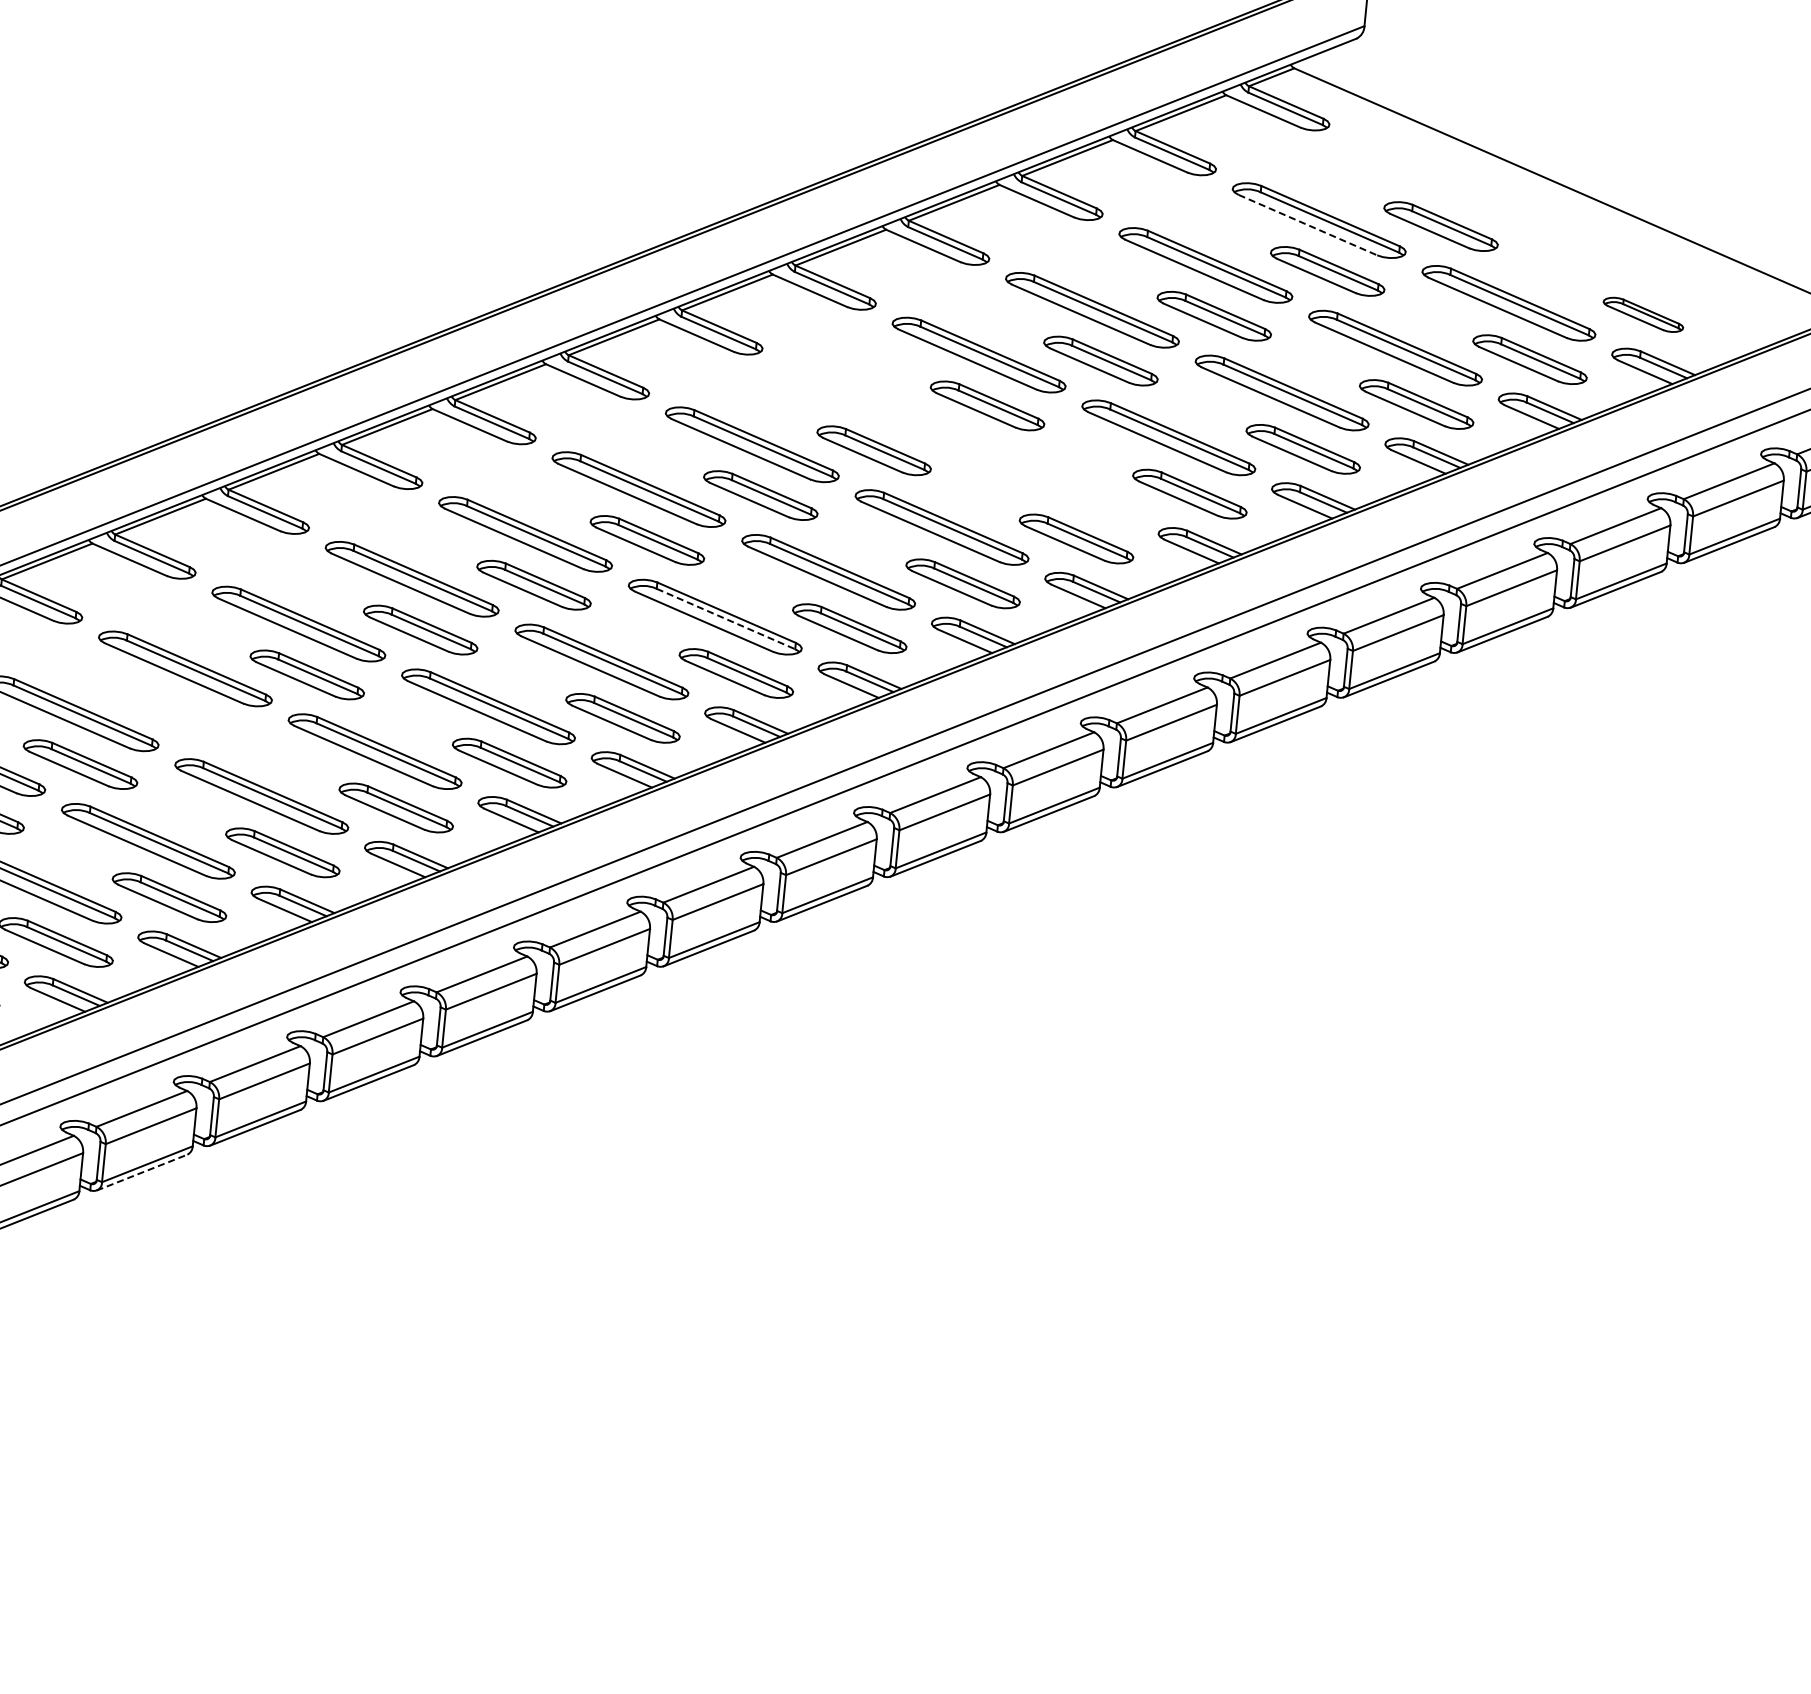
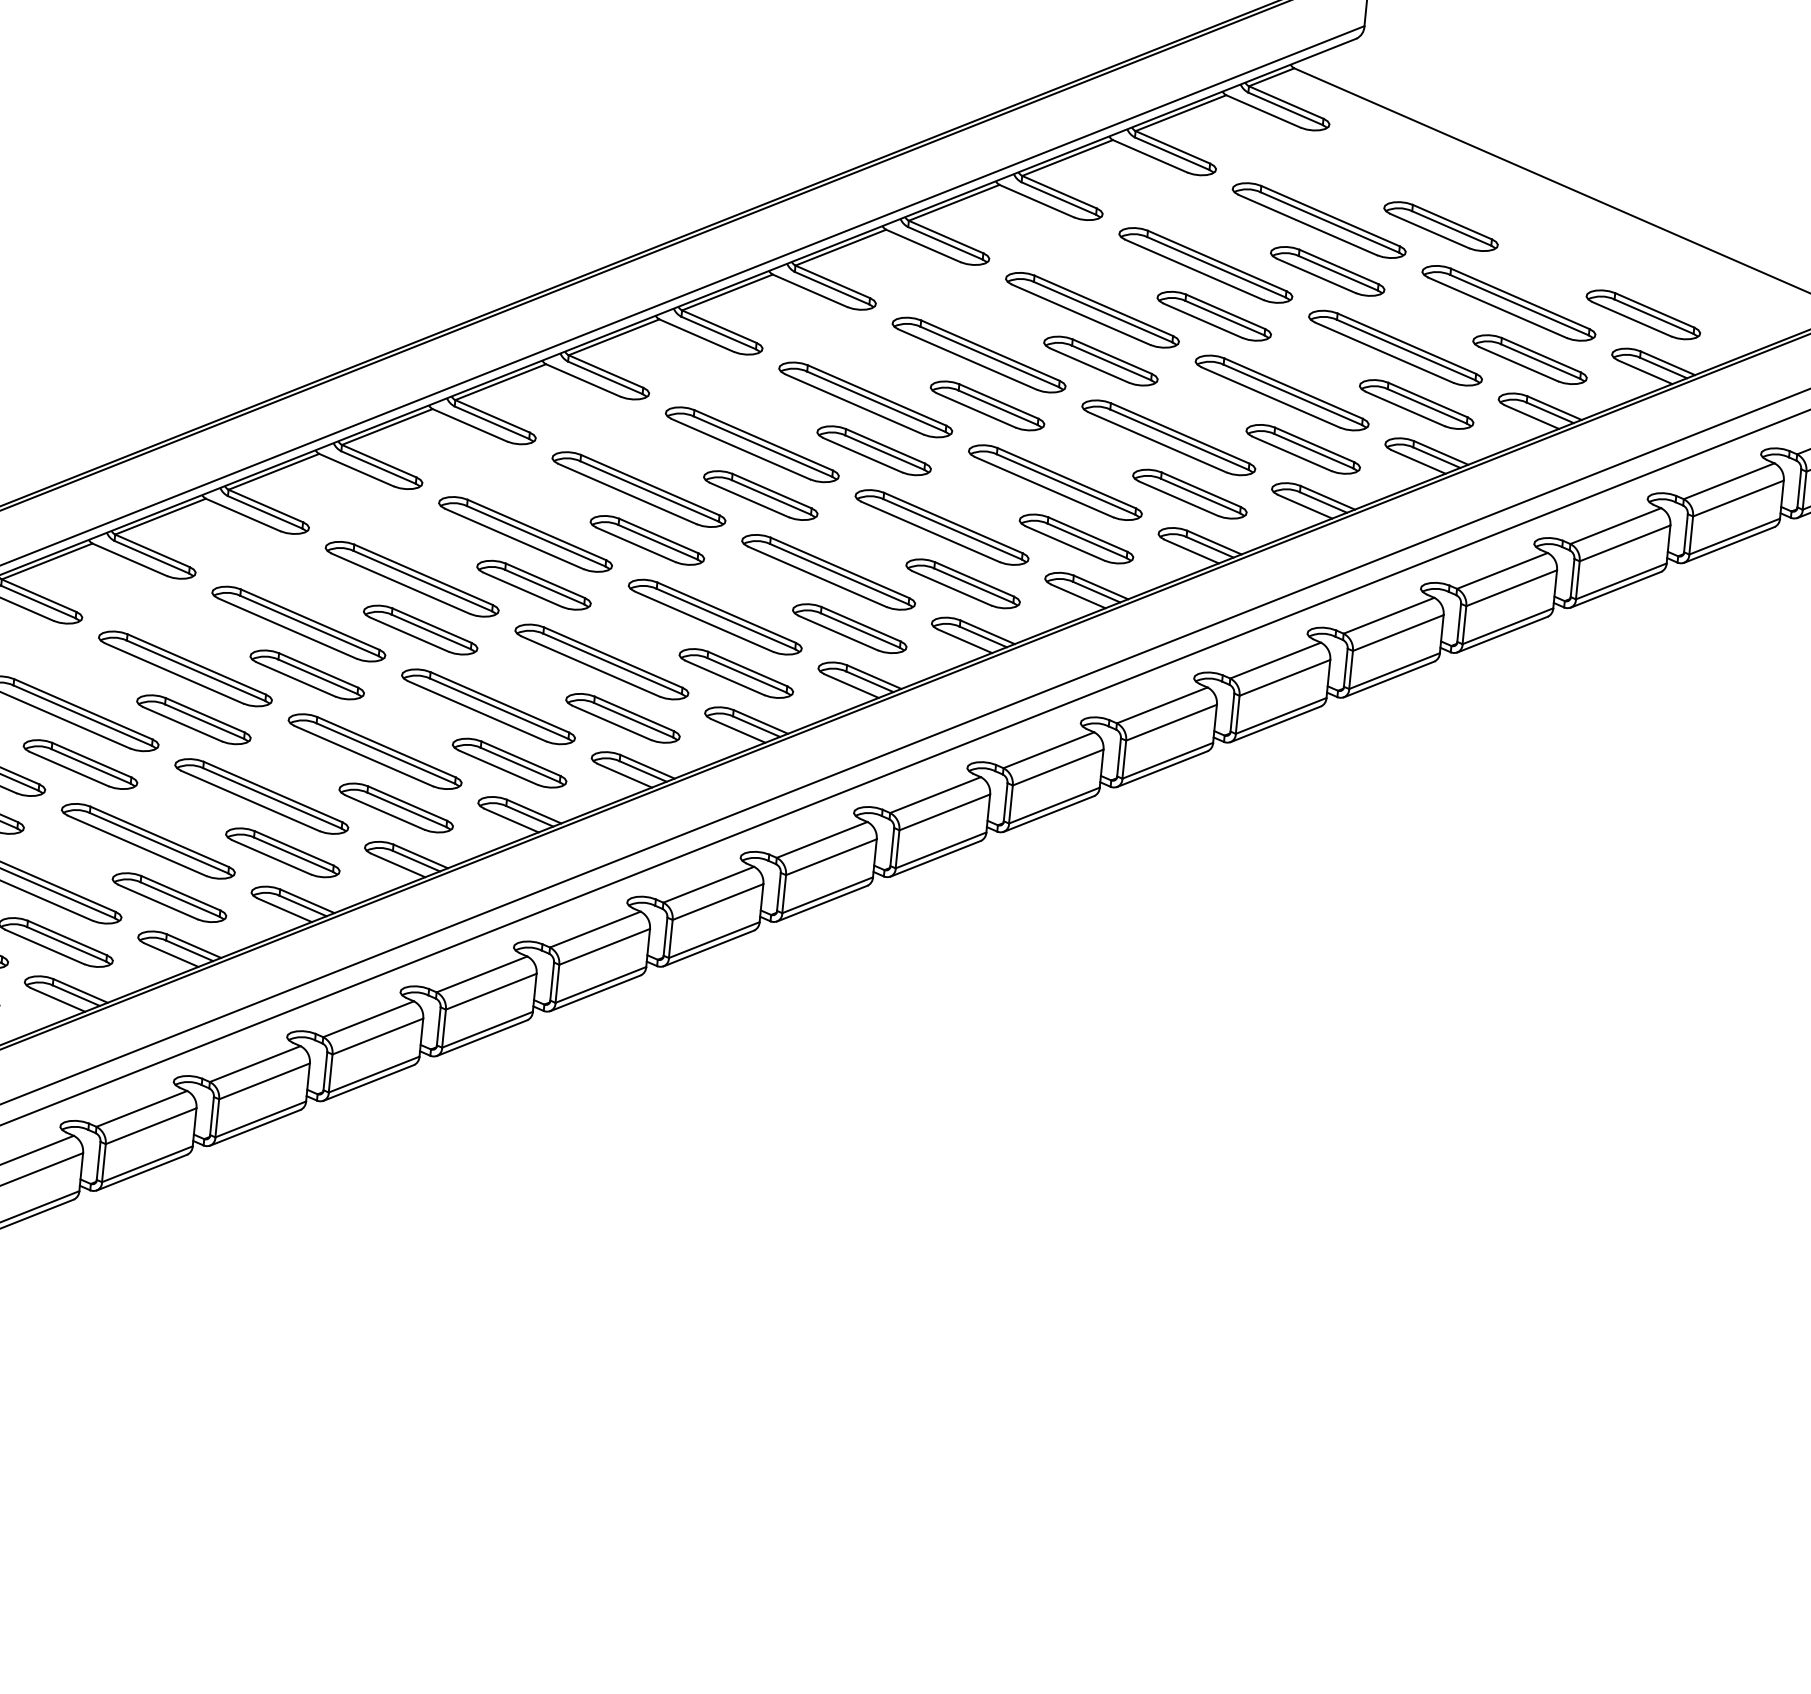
line at (1307, 225): dashed -> solid
part at (1643, 314) size: 83x37 px -> 117x52 px
part at (865, 399): none -> present
part at (1055, 482): none -> present
line at (726, 619): dashed -> solid
part at (193, 719): none -> present
line at (141, 1172): dashed -> solid
